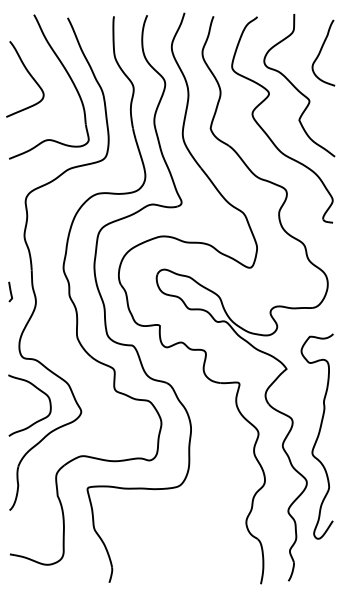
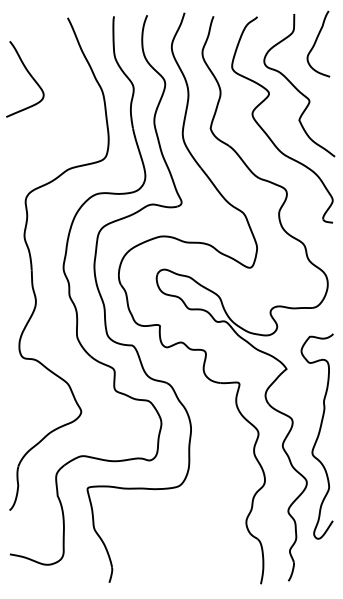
curve at (321, 51) position: (321, 51) -> (316, 42)
part at (66, 73): present -> none
curve at (10, 291): present -> none
curve at (37, 420): present -> none
